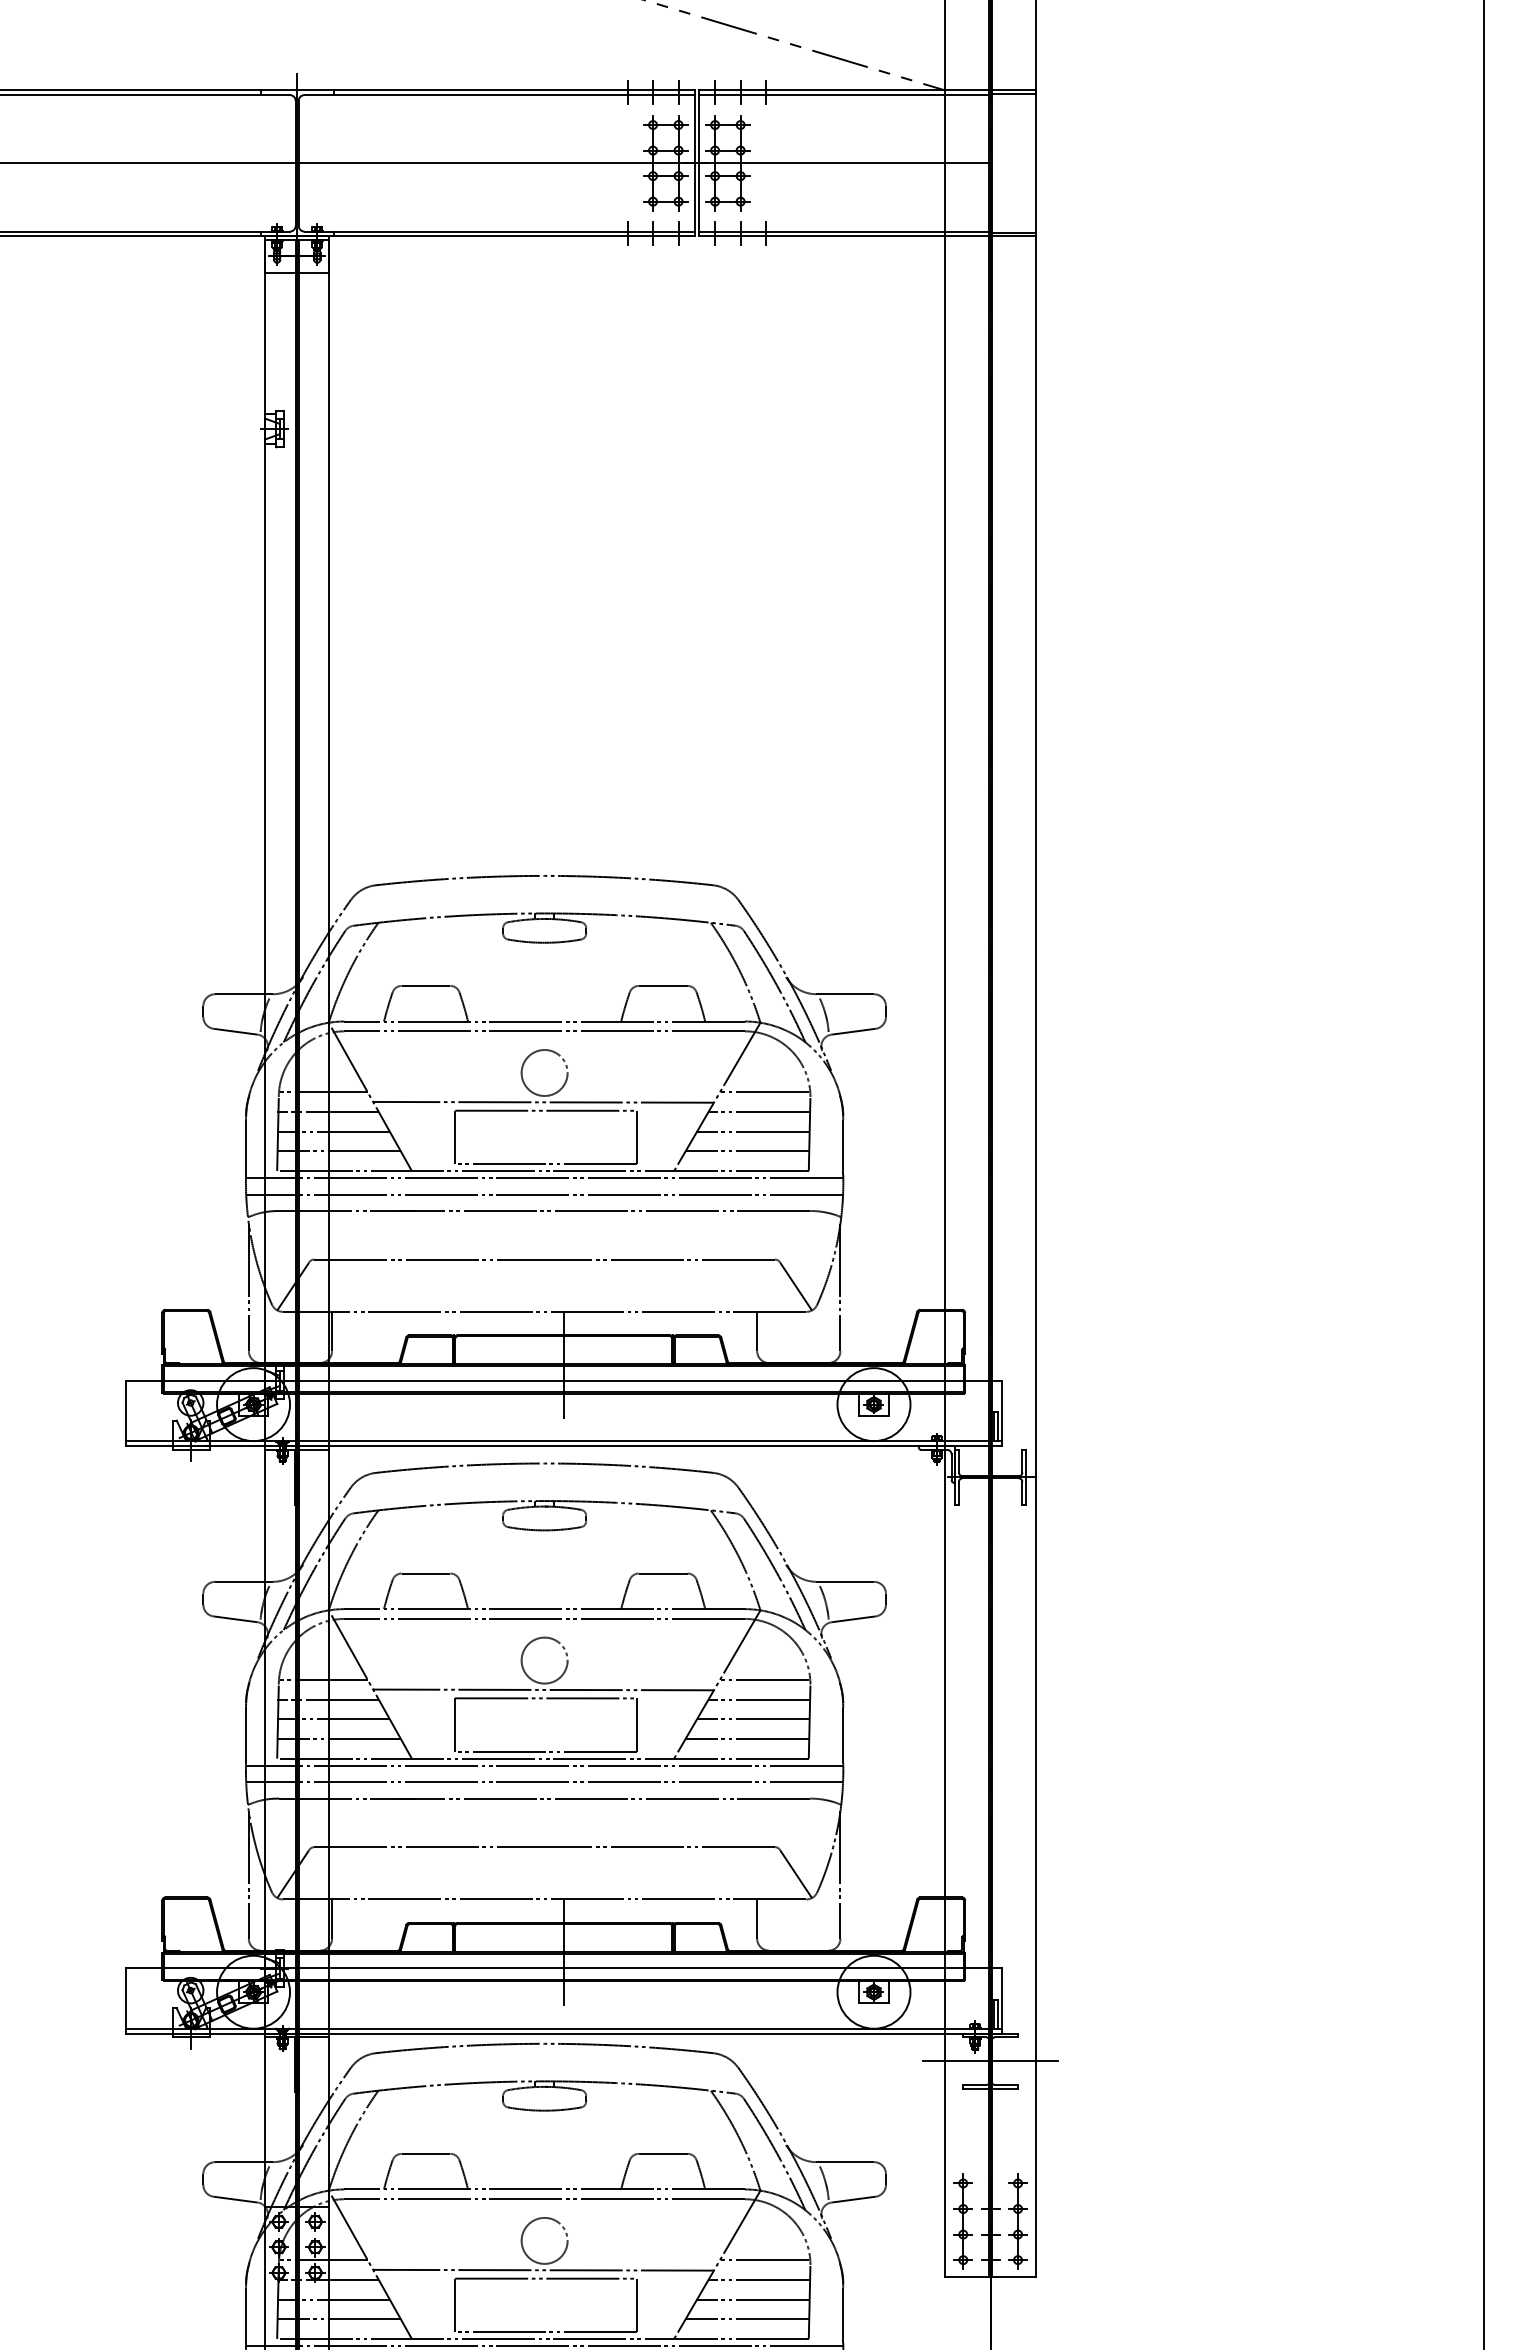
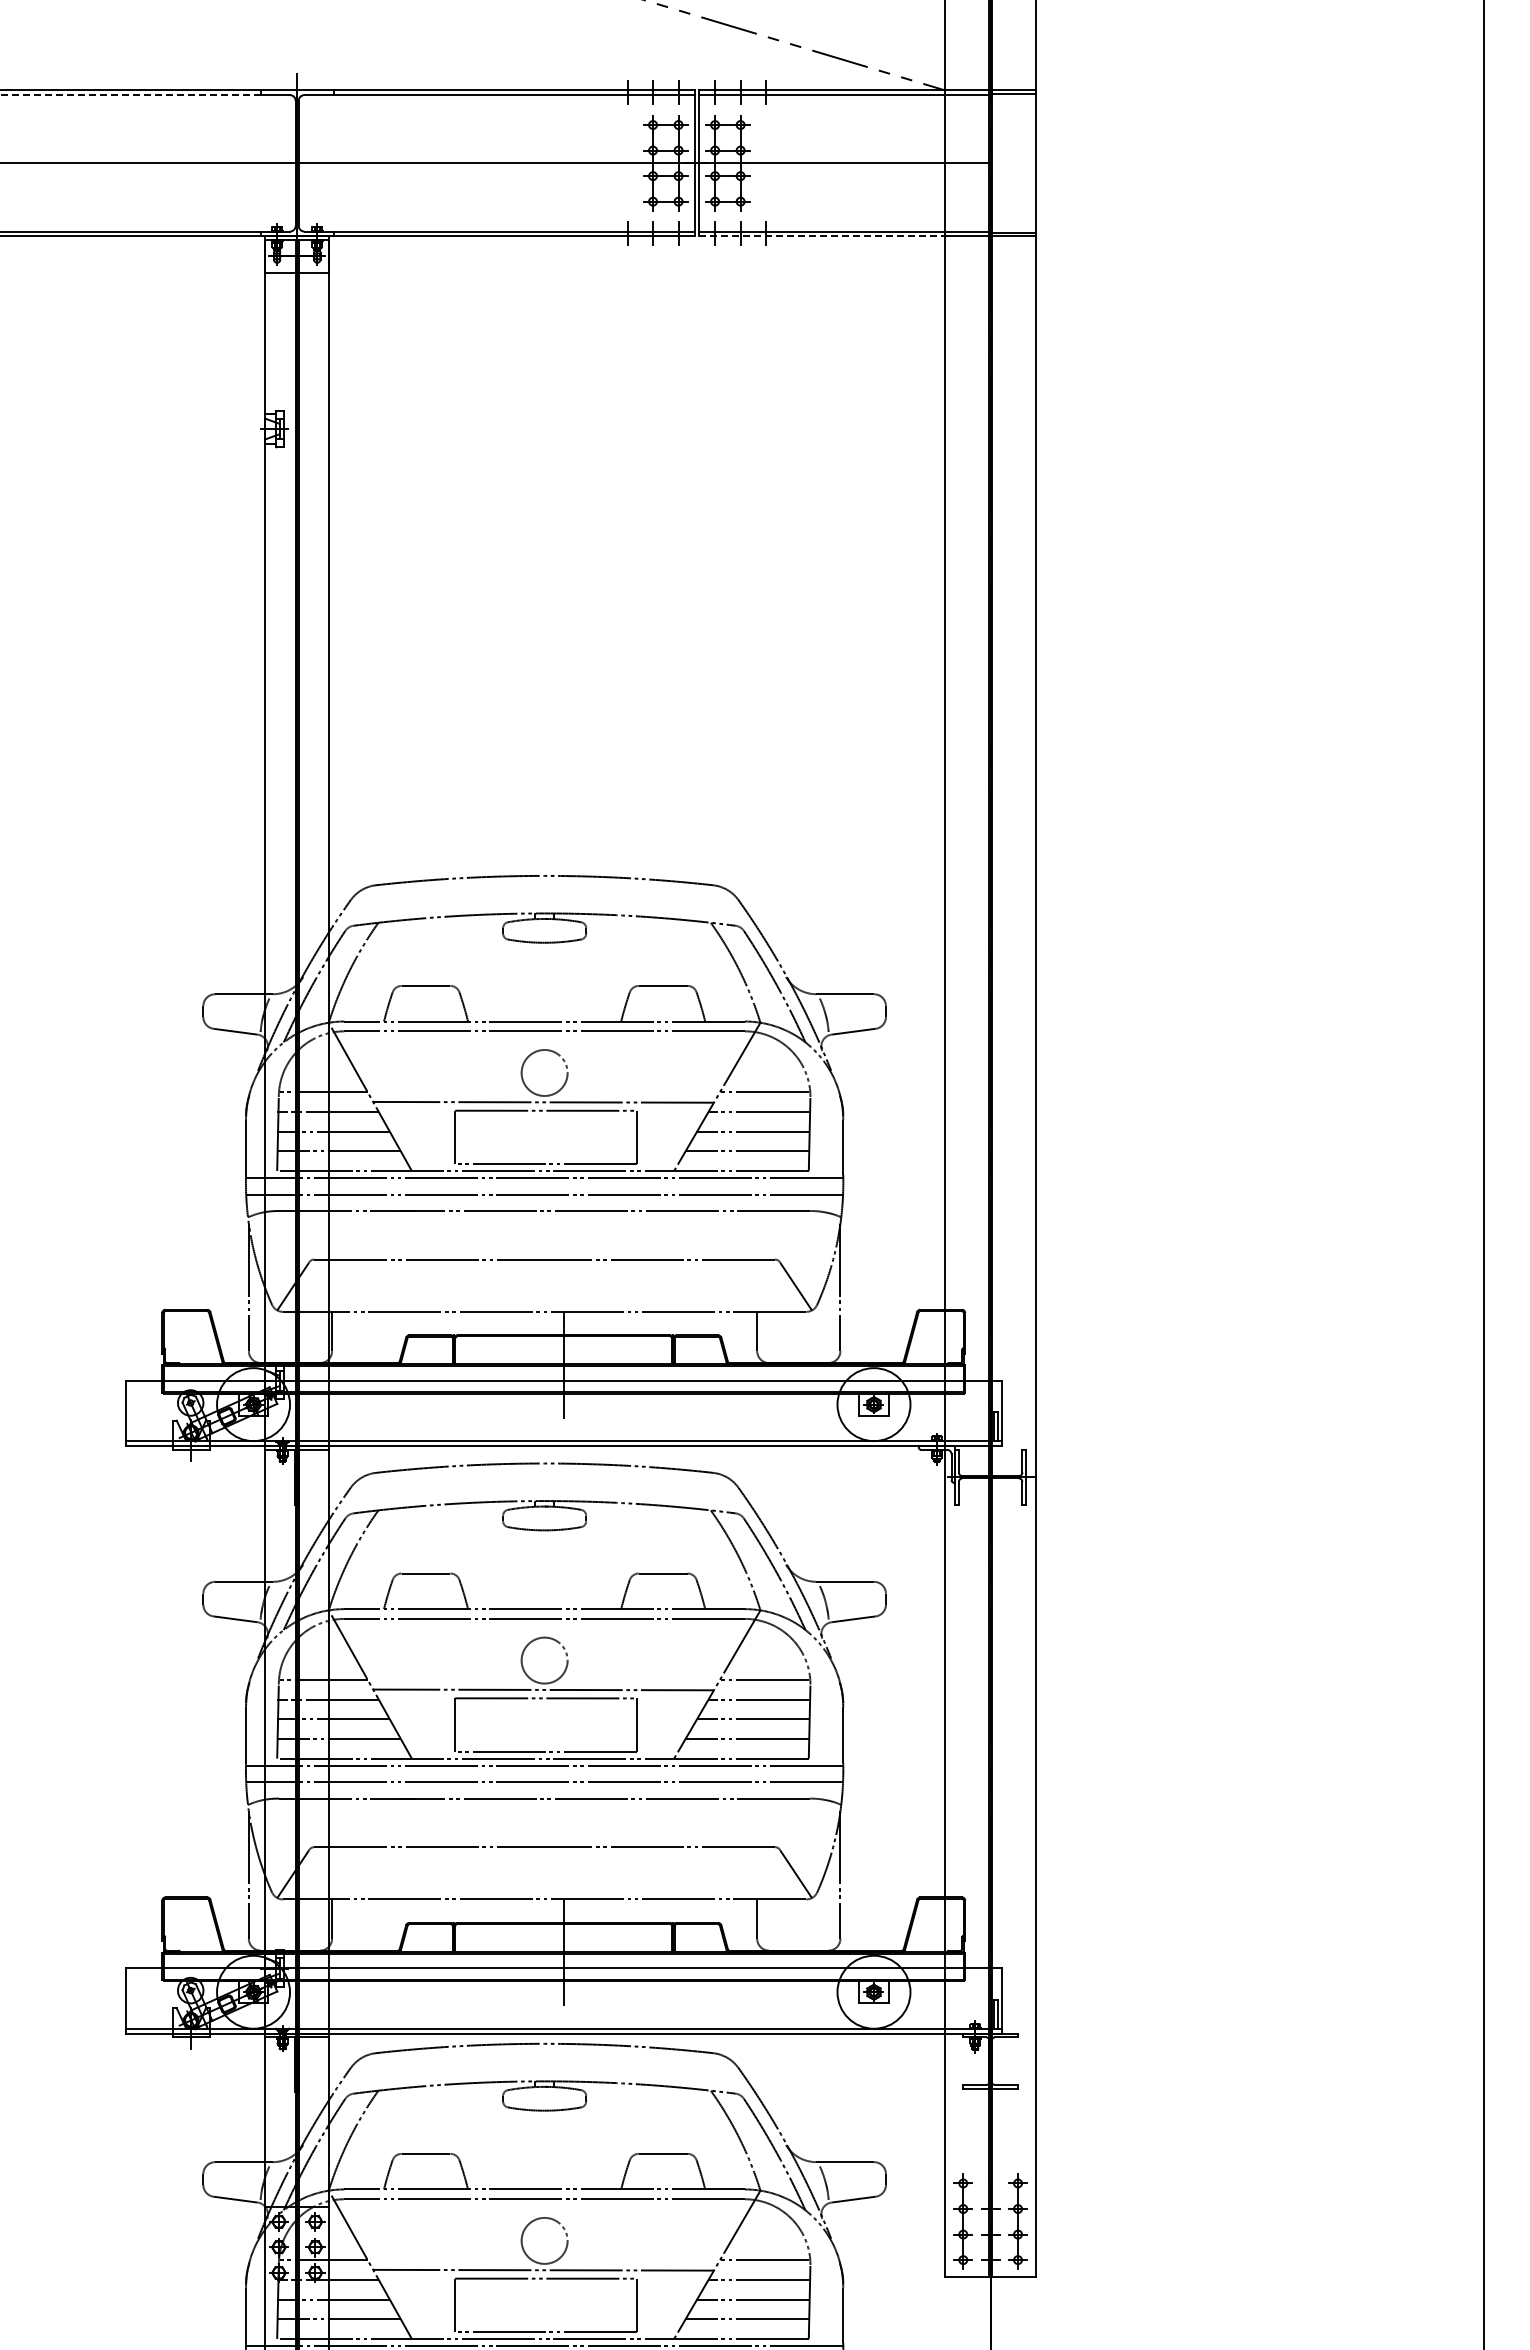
line at (130, 95): solid -> dashed
line at (822, 236): solid -> dashed
line at (990, 2061): present -> none
